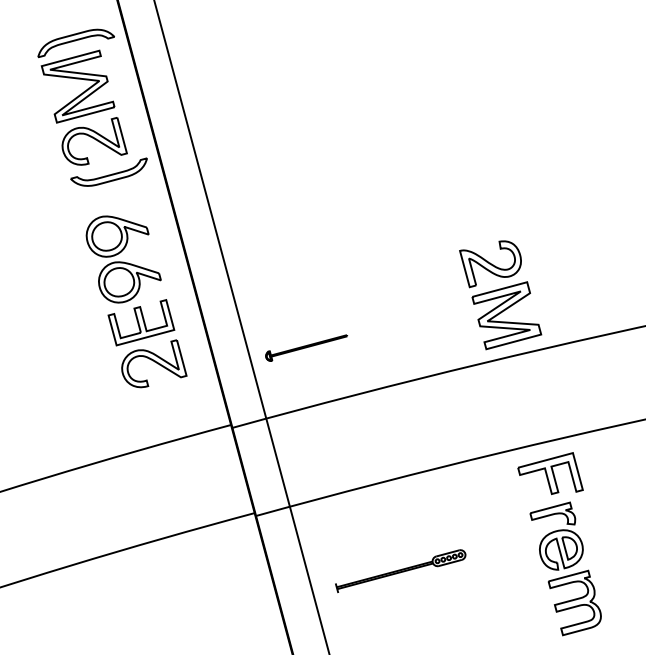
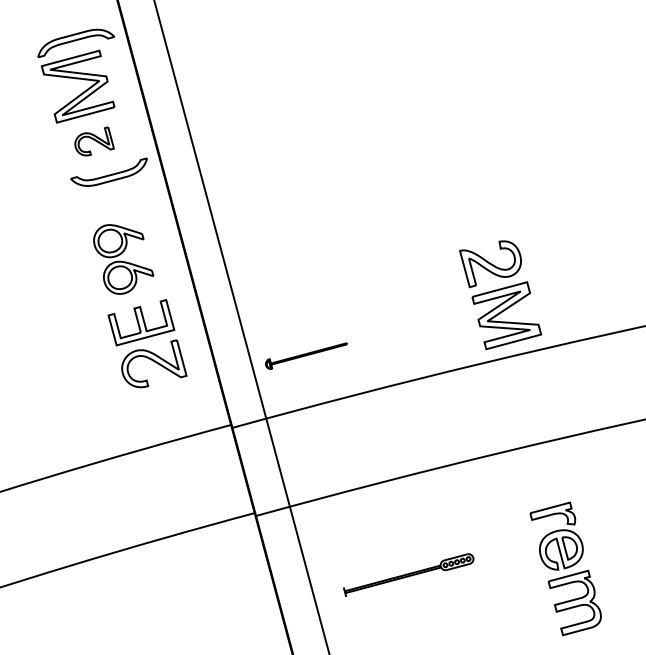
part at (94, 141) size: 67x49 px -> 41x31 px
part at (123, 259) size: 77x89 px -> 62x71 px
part at (306, 347) position: (306, 347) -> (306, 355)
part at (550, 473): present -> none
part at (400, 570) position: (400, 570) -> (408, 574)
